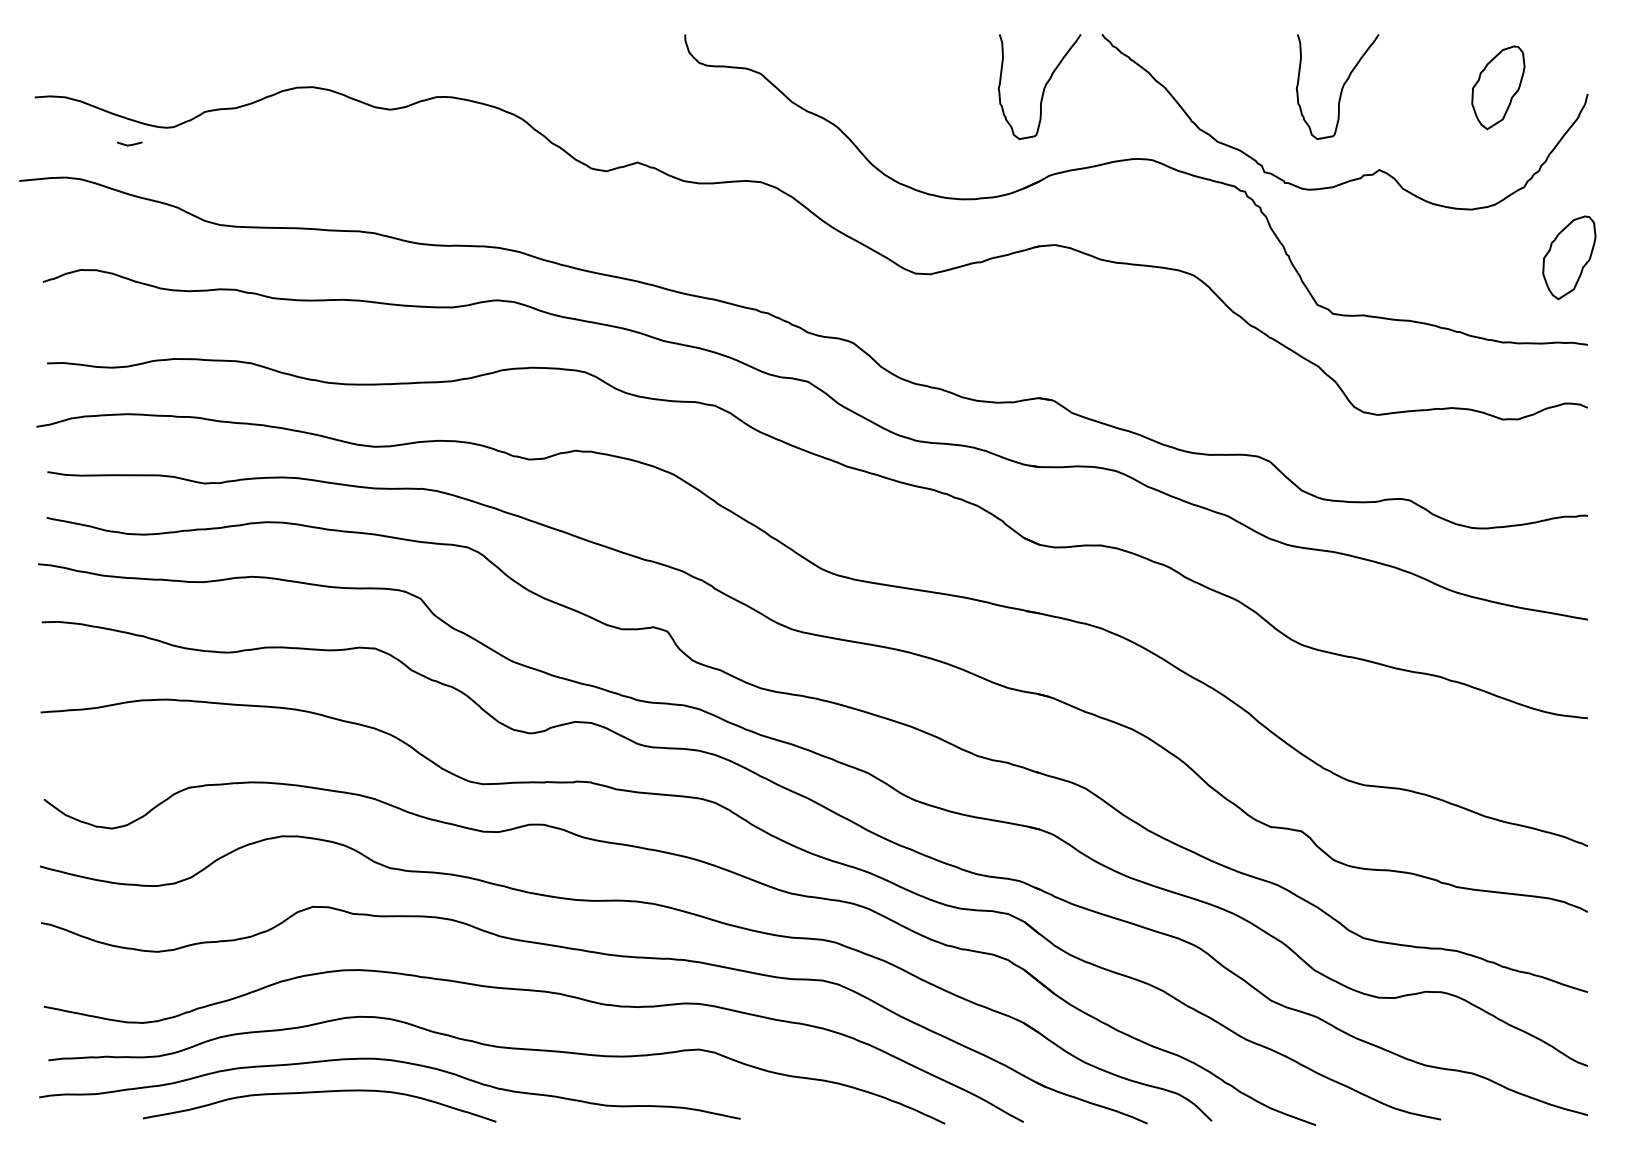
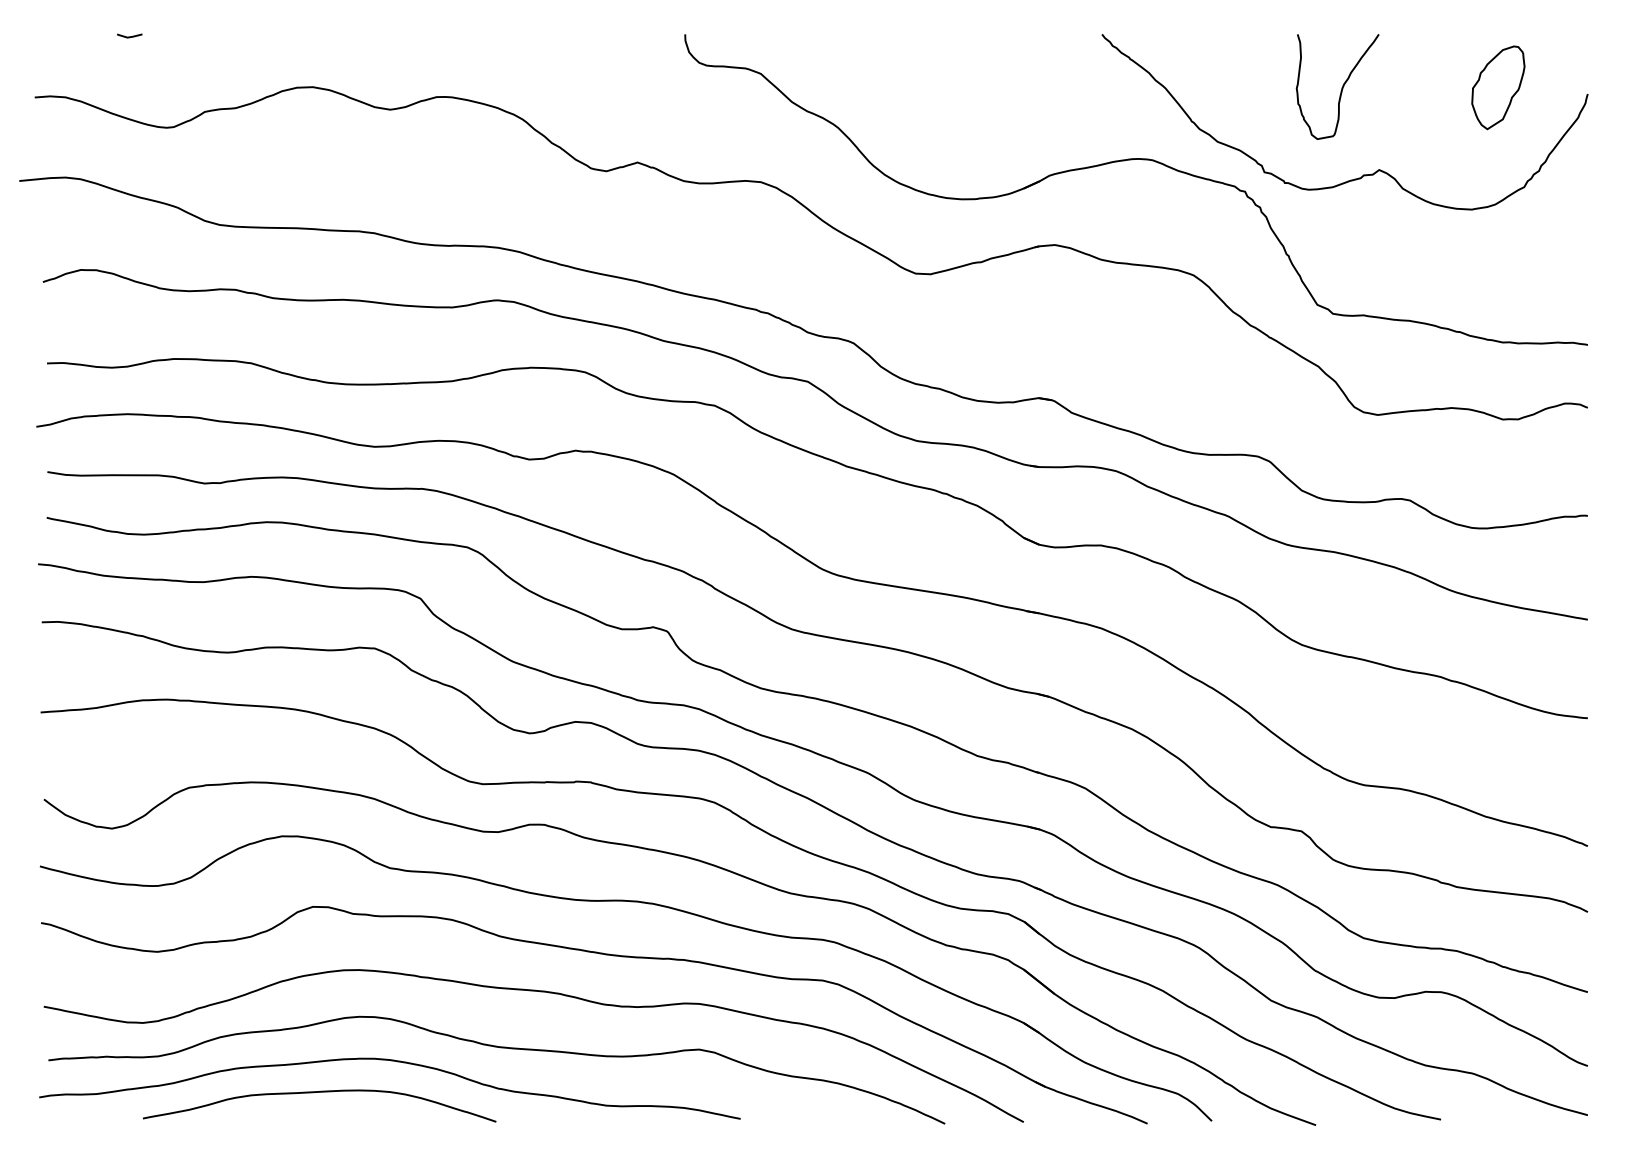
curve at (1043, 87): present -> none
line at (129, 144) position: (129, 144) -> (129, 36)
part at (1569, 257): present -> none
